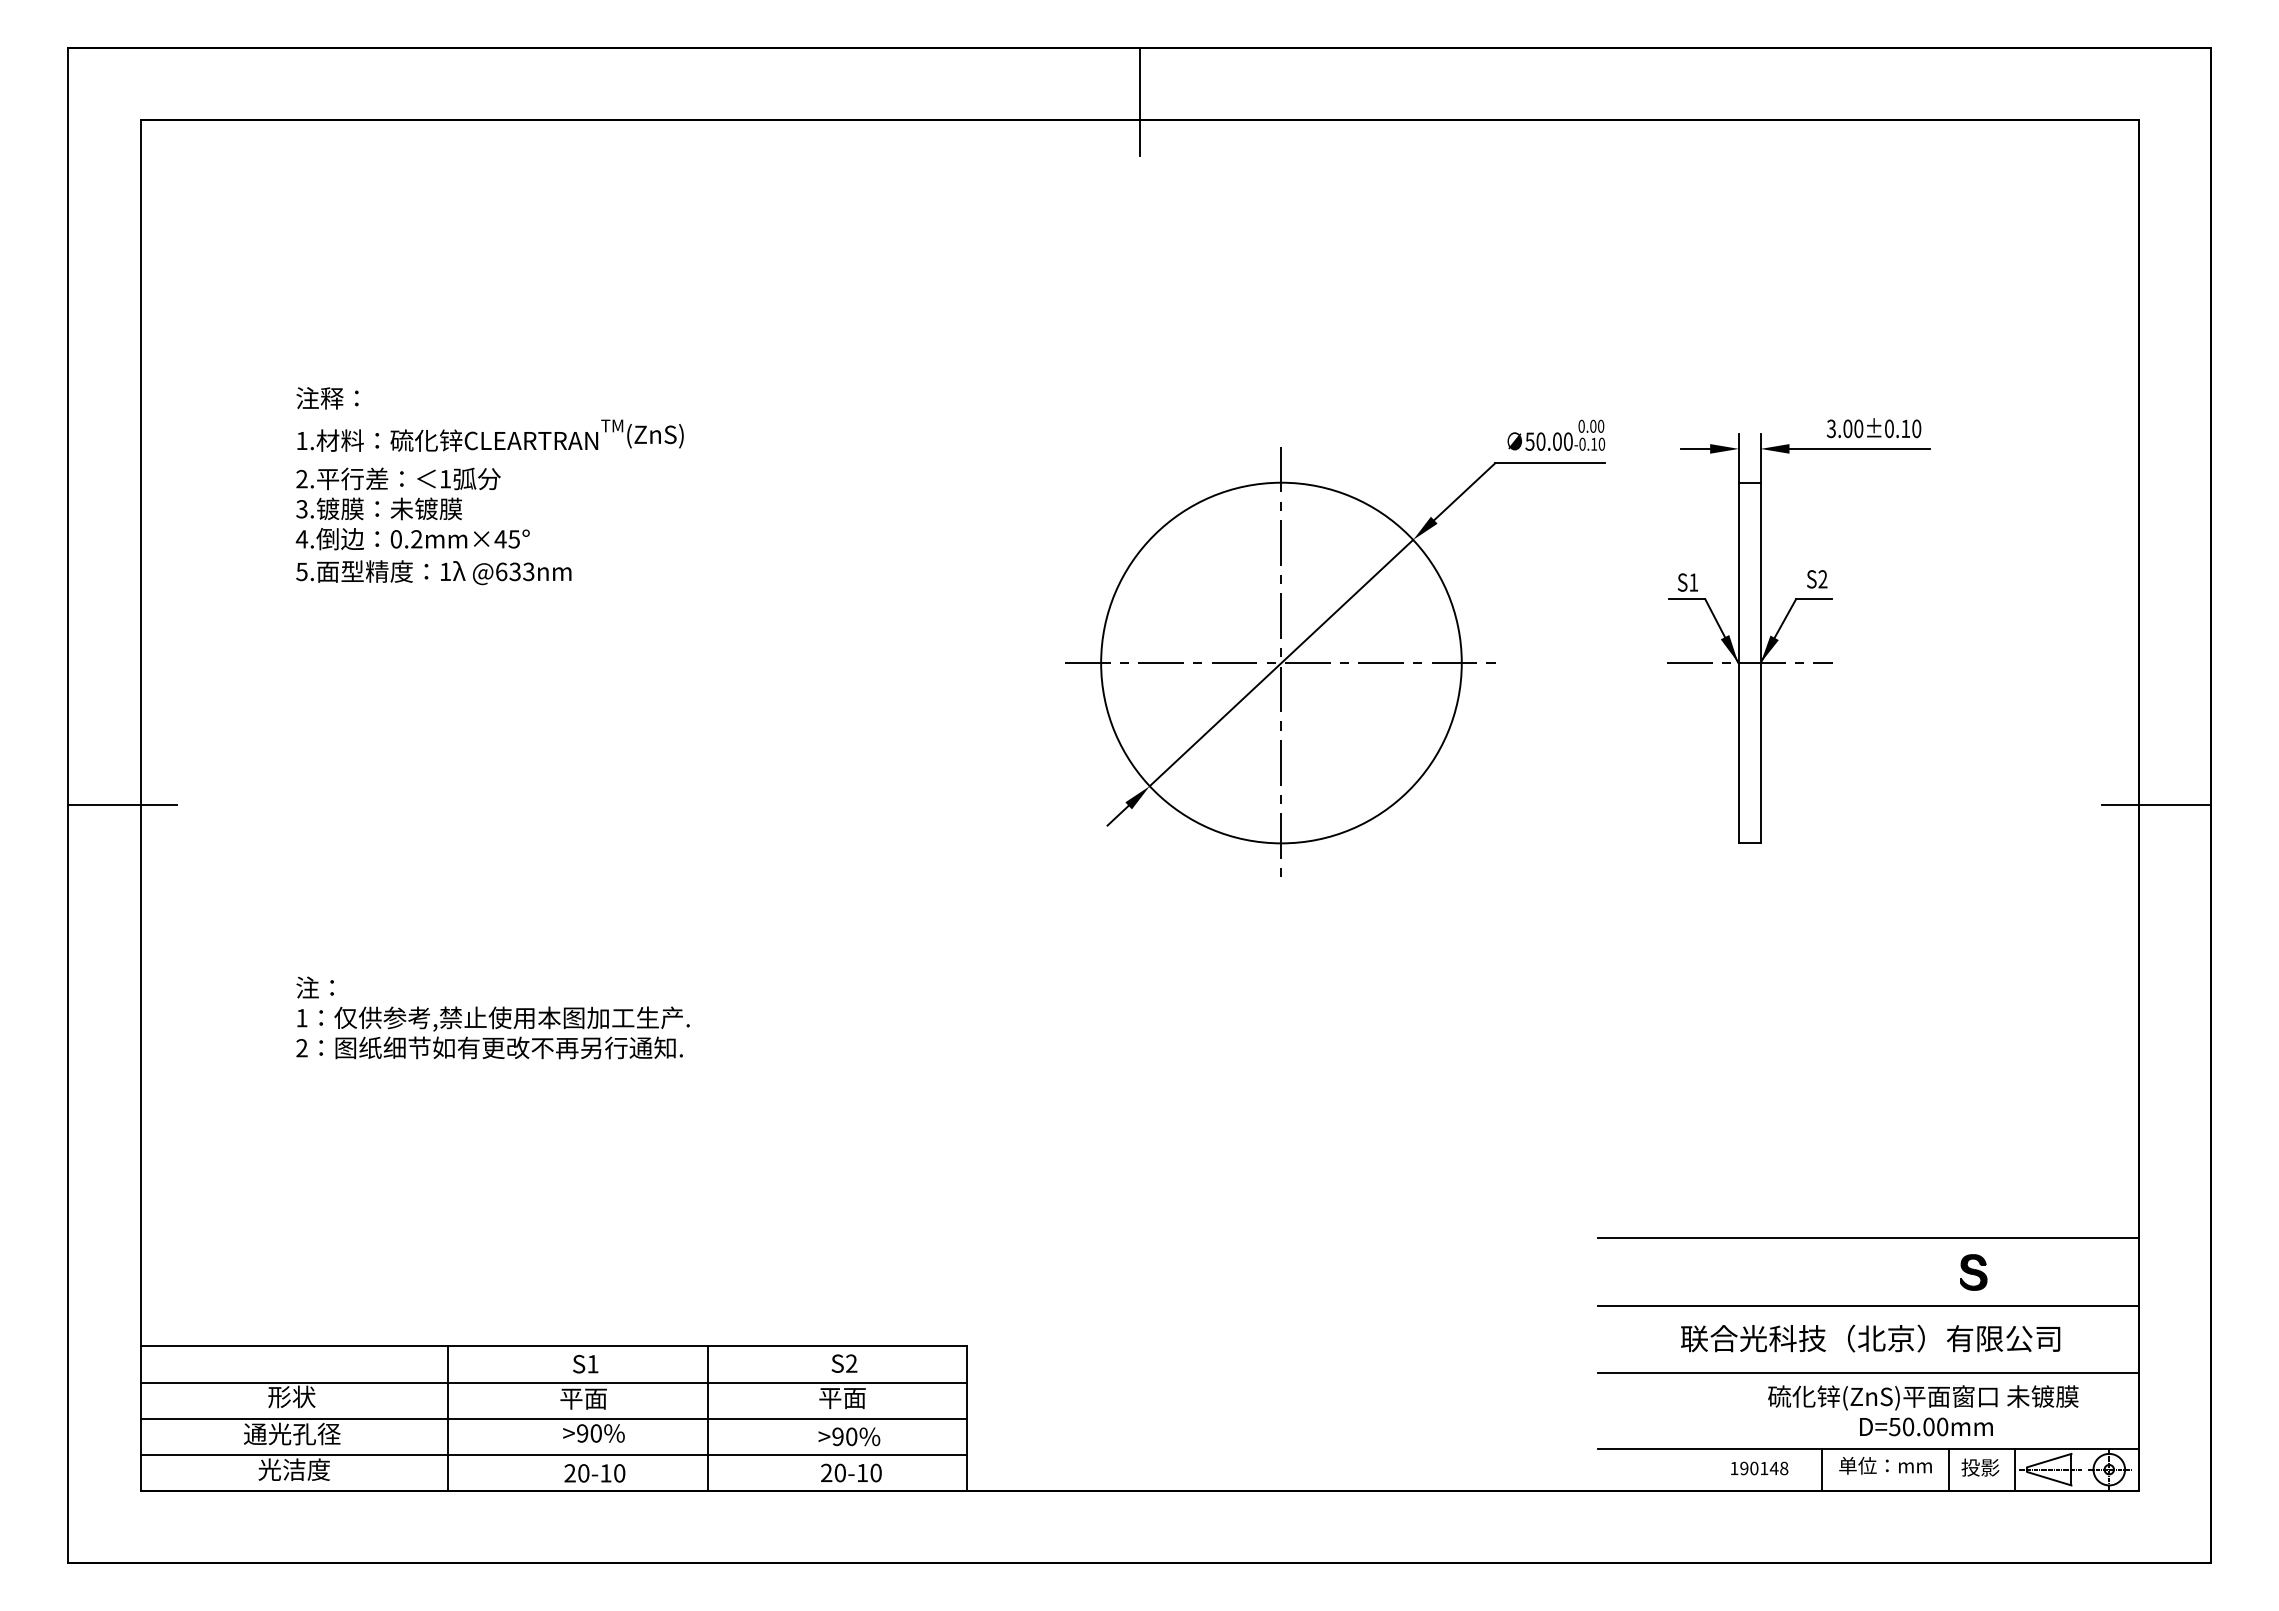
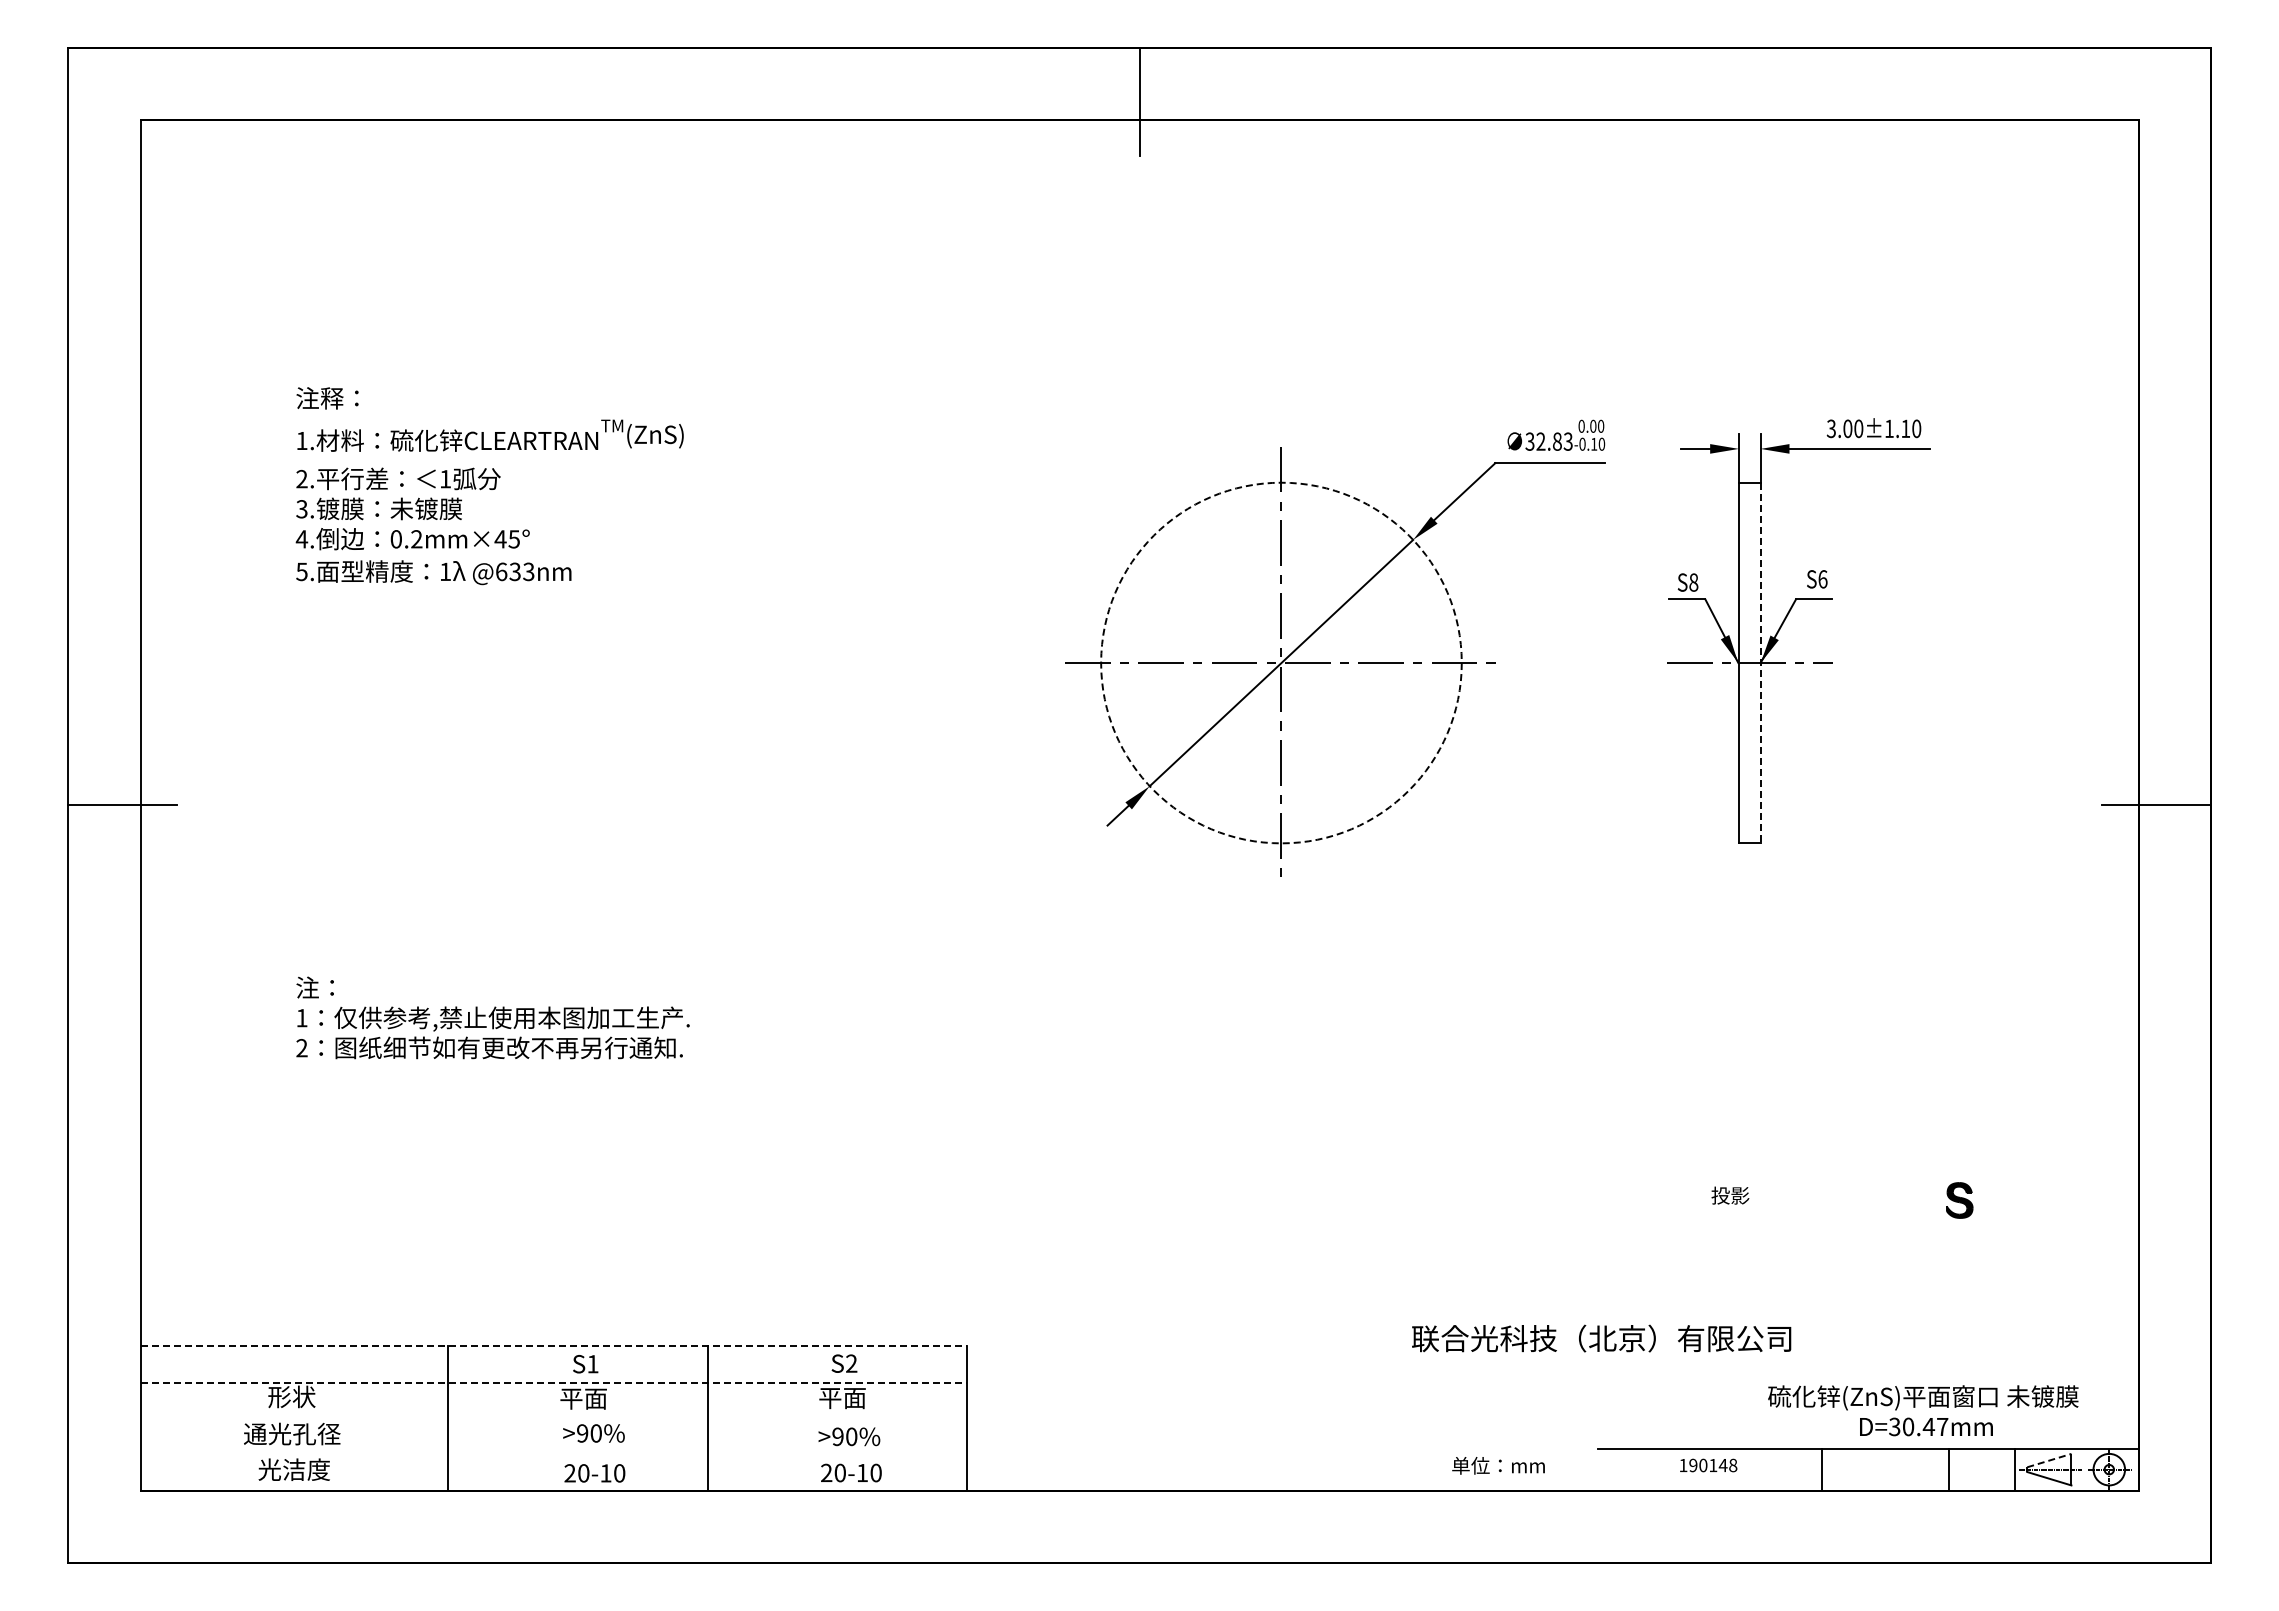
text at (1889, 428): 3.00±0.10 -> 3.00±1.10
text at (1549, 441): 50.00 -> 32.83
text at (1822, 579): S2 -> S6
text at (1693, 582): S1 -> S8
circle at (1281, 662): solid -> dashed
line at (1760, 663): solid -> dashed
line at (1867, 1238): present -> none
part at (1973, 1272) position: (1973, 1272) -> (1959, 1200)
line at (1867, 1305): present -> none
text at (1870, 1338) position: (1870, 1338) -> (1601, 1338)
line at (554, 1346): solid -> dashed
line at (1867, 1372): present -> none
line at (554, 1382): solid -> dashed
line at (553, 1418): present -> none
text at (1918, 1426): D=50.00mm -> D=30.47mm
line at (553, 1454): present -> none
line at (2049, 1460): solid -> dashed
text at (1885, 1465) position: (1885, 1465) -> (1498, 1465)
text at (1980, 1467) position: (1980, 1467) -> (1730, 1195)
text at (1759, 1468) position: (1759, 1468) -> (1708, 1465)
